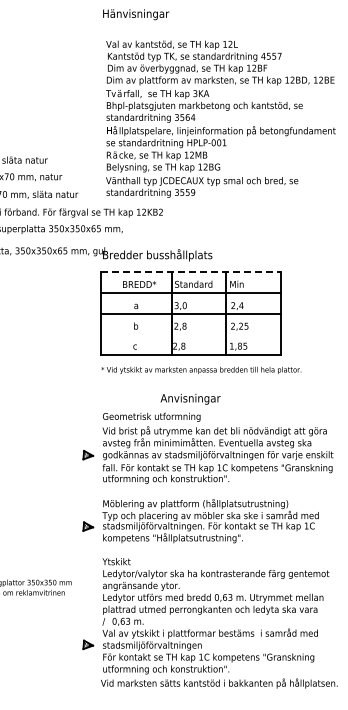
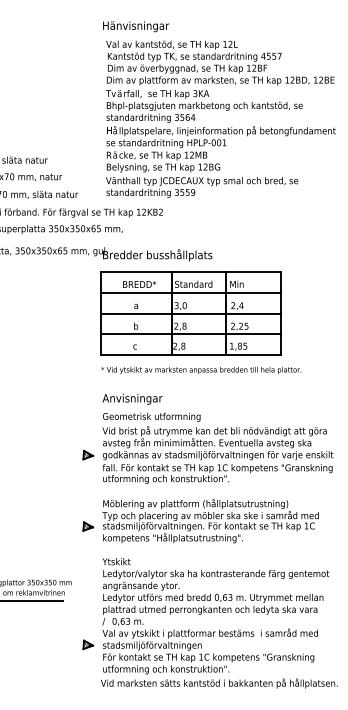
text at (136, 14) position: (136, 14) -> (136, 26)
line at (191, 272): dashed -> solid
line at (191, 334): none -> present
text at (190, 398) position: (190, 398) -> (132, 398)
line at (32, 600): none -> present
